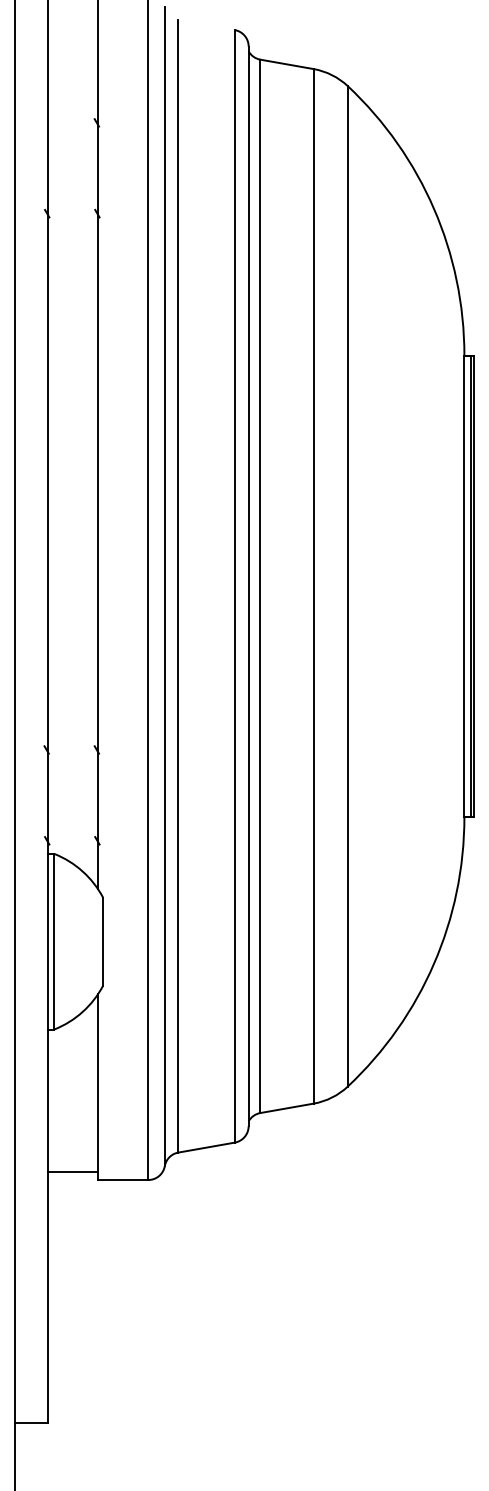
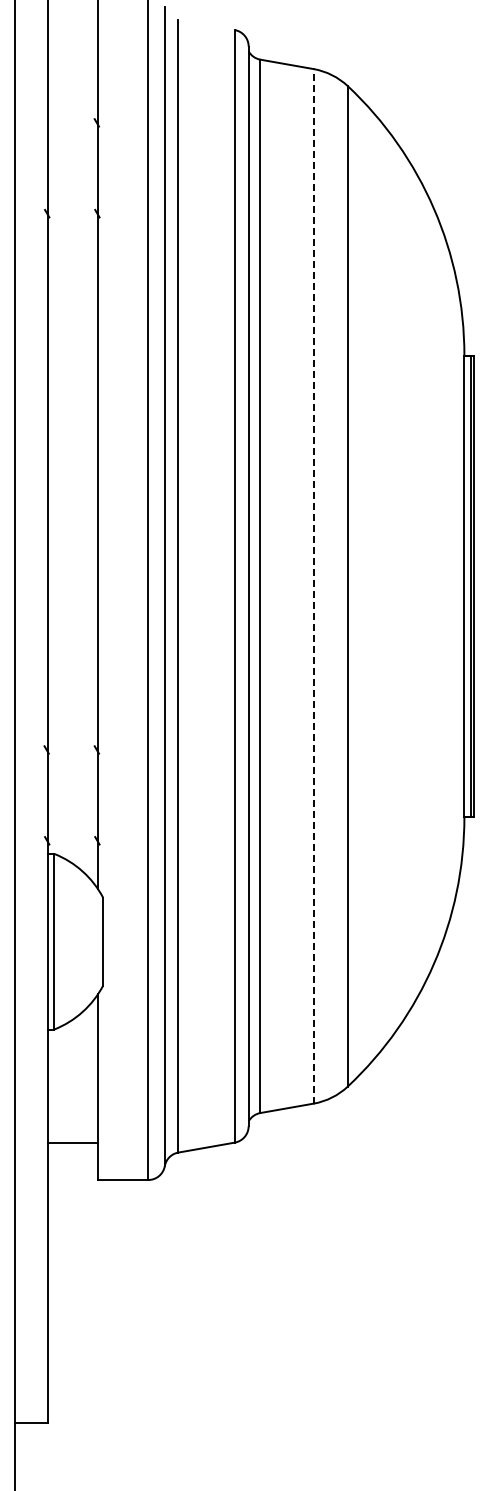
line at (313, 585): solid -> dashed
line at (73, 1171) position: (73, 1171) -> (73, 1142)
